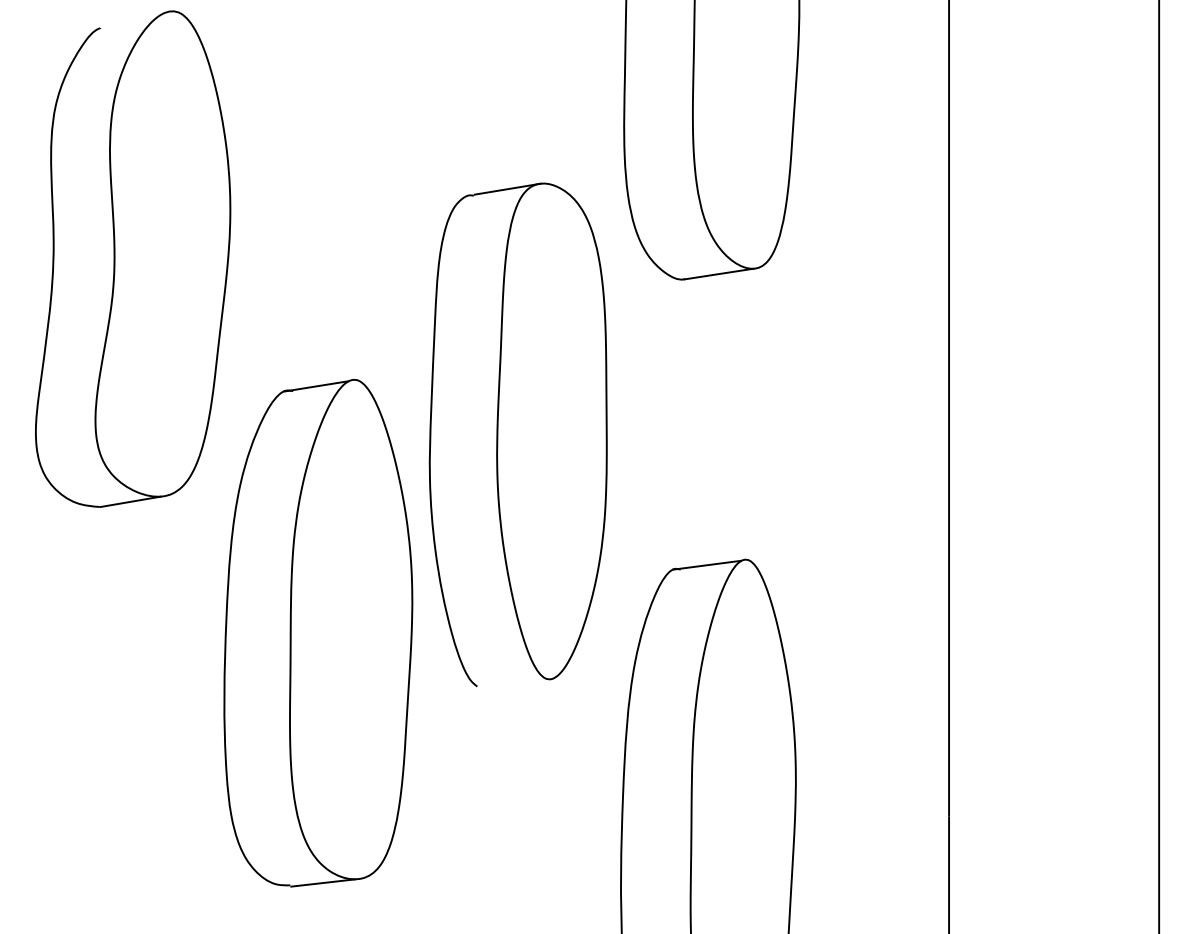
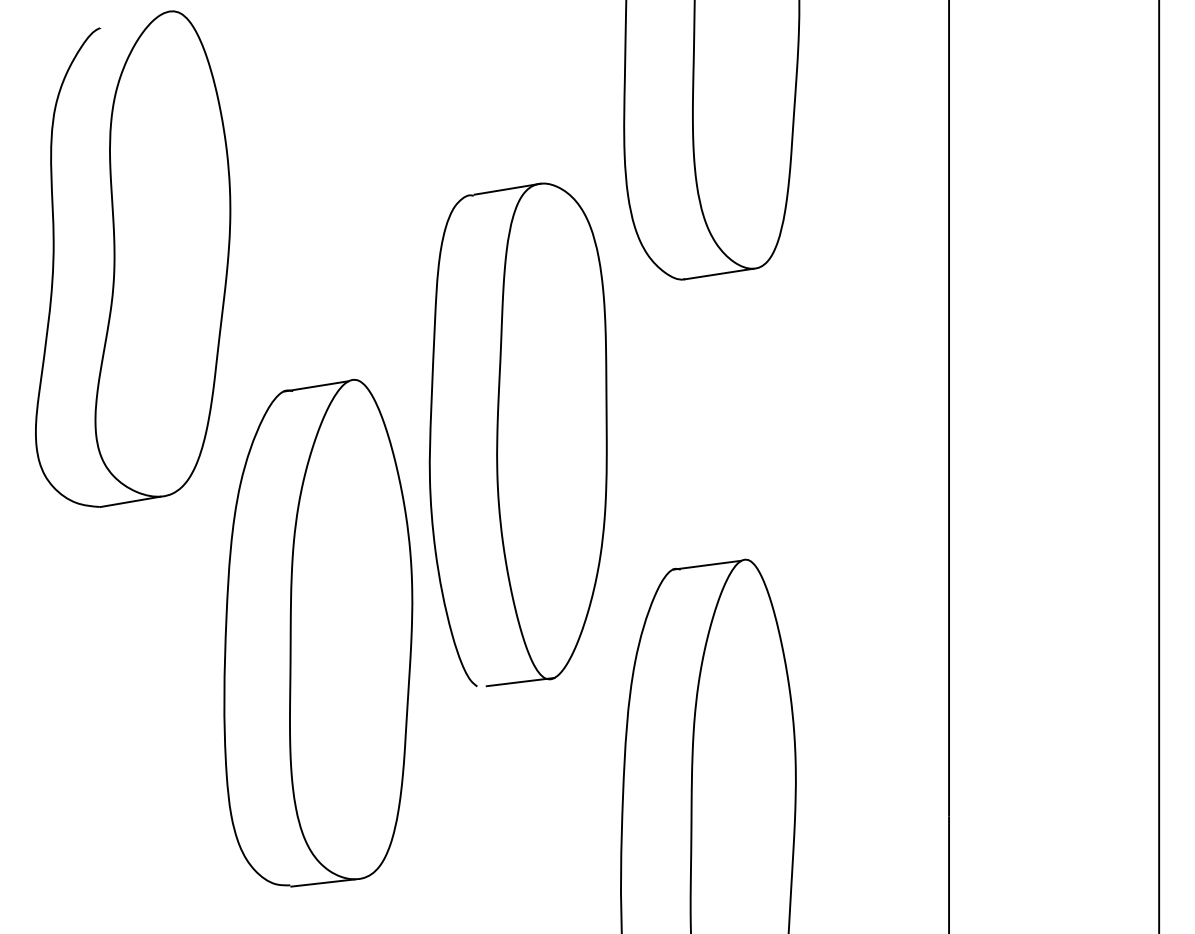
line at (520, 681): none -> present
